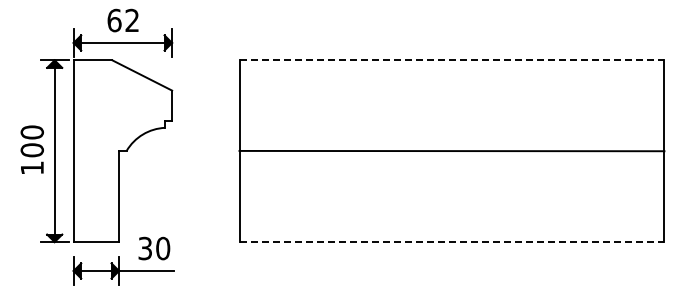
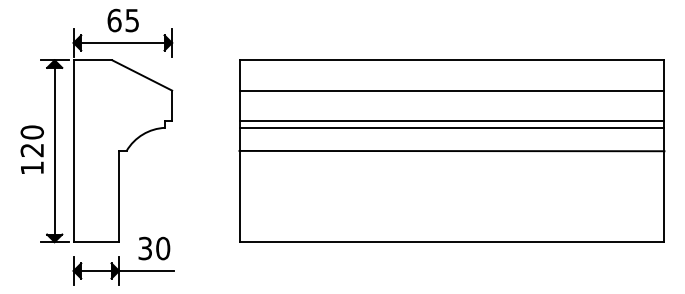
text at (131, 20): 62 -> 65
line at (452, 60): dashed -> solid
line at (451, 90): none -> present
line at (451, 120): none -> present
line at (451, 127): none -> present
text at (31, 150): 100 -> 120
line at (452, 242): dashed -> solid
